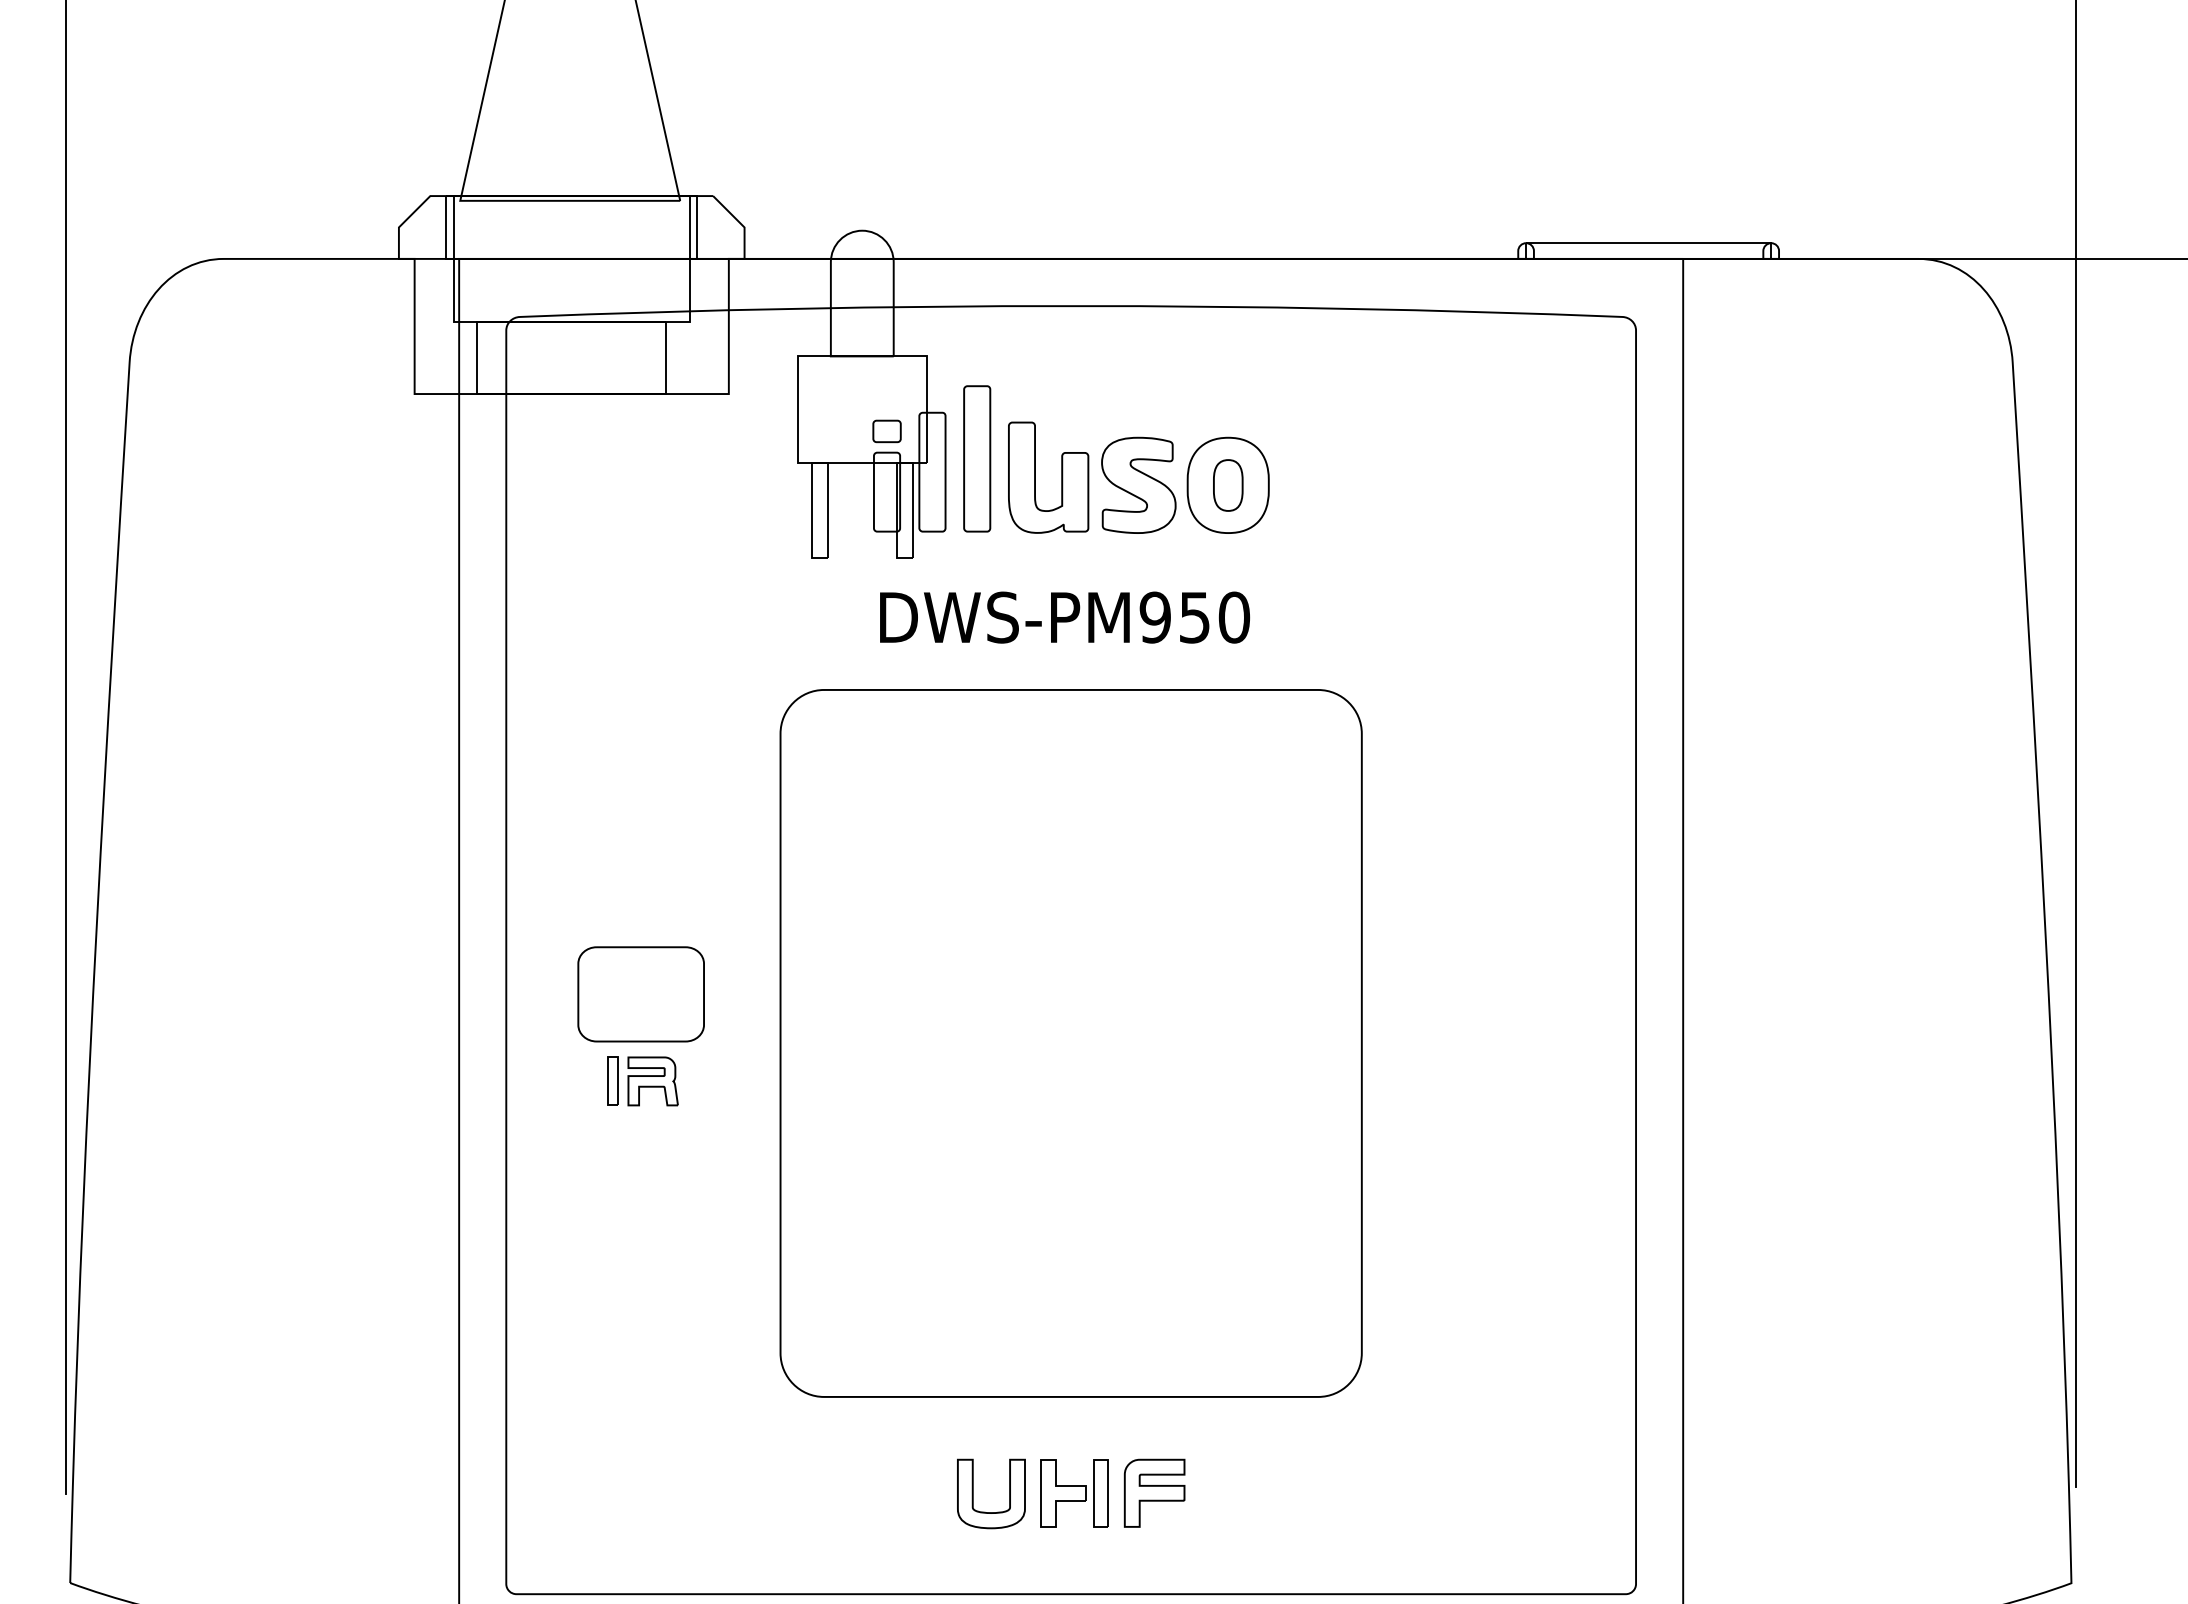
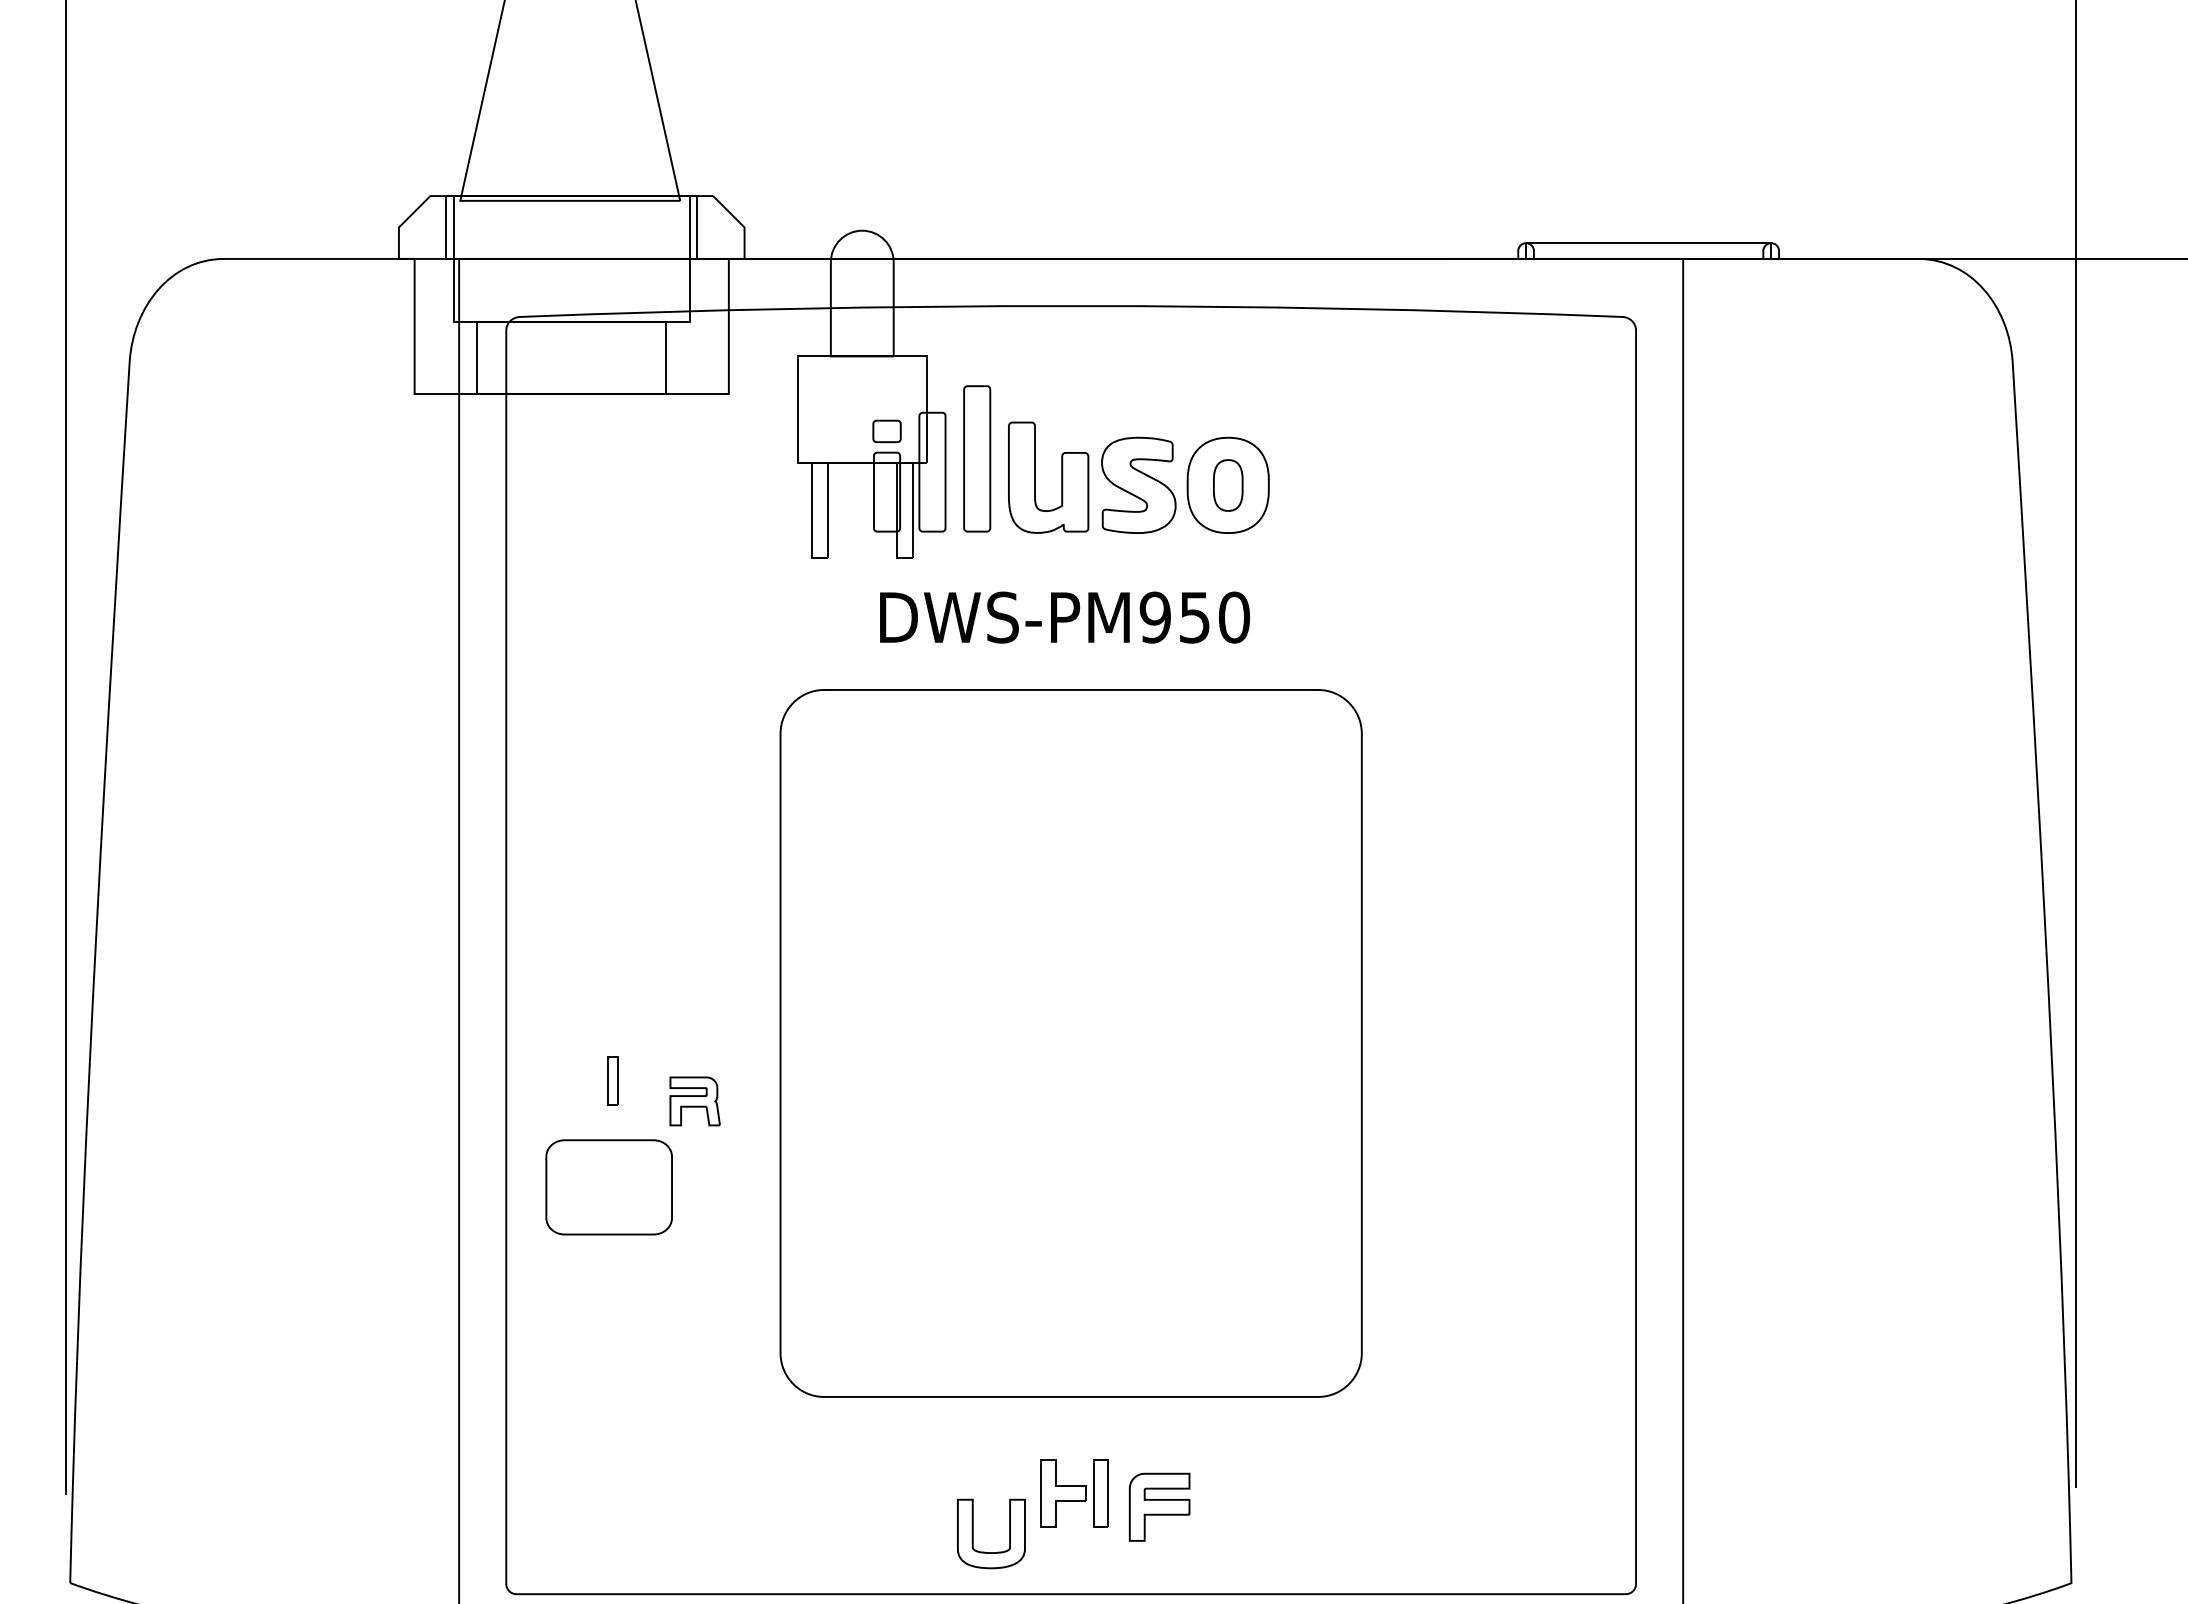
part at (640, 994) position: (640, 994) -> (608, 1187)
part at (652, 1081) position: (652, 1081) -> (694, 1101)
part at (1154, 1492) position: (1154, 1492) -> (1159, 1506)
part at (973, 1493) position: (973, 1493) -> (973, 1533)
